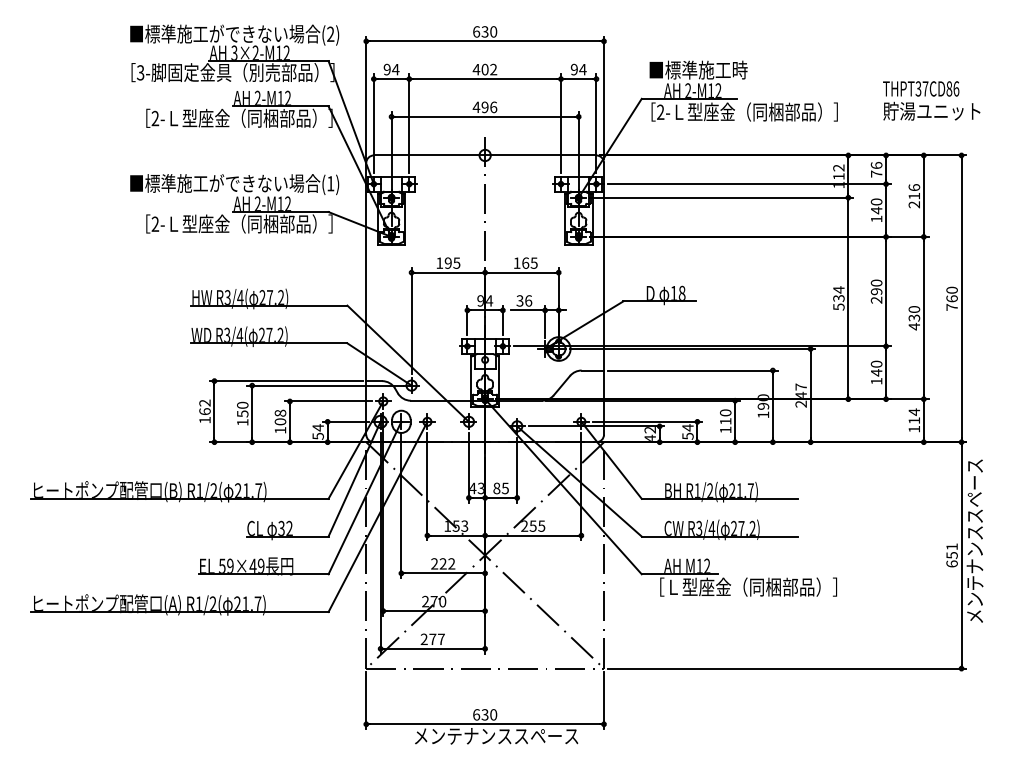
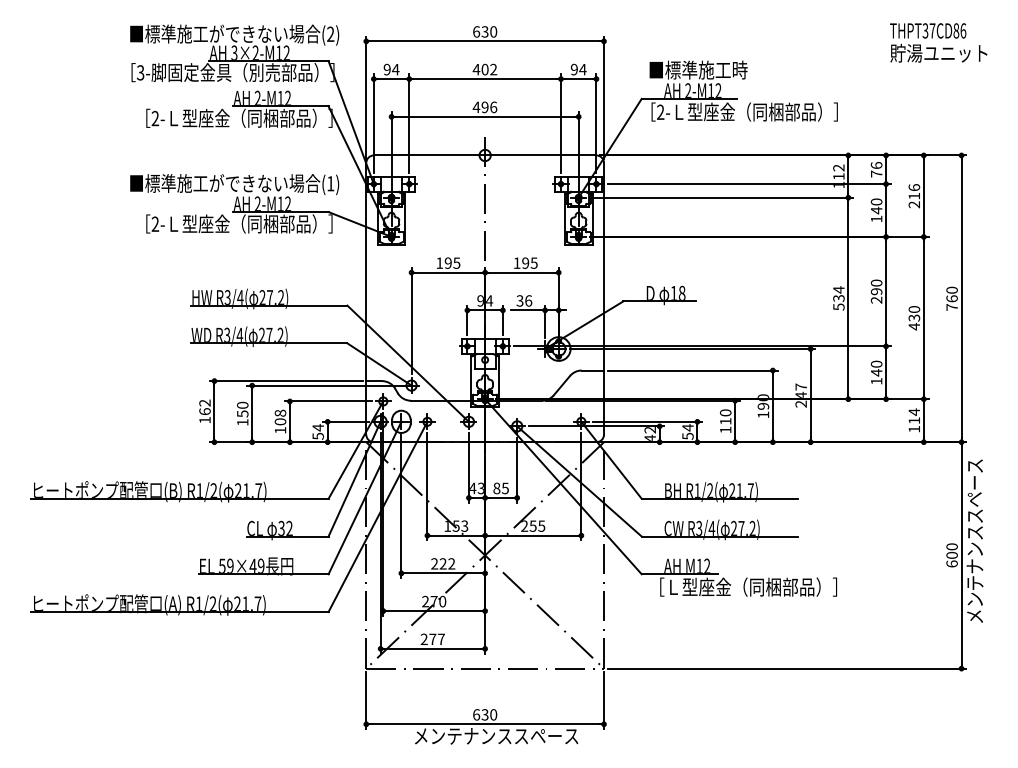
text at (931, 100) position: (931, 100) -> (938, 42)
text at (525, 262): 165 -> 195
text at (951, 550): 651 -> 600
